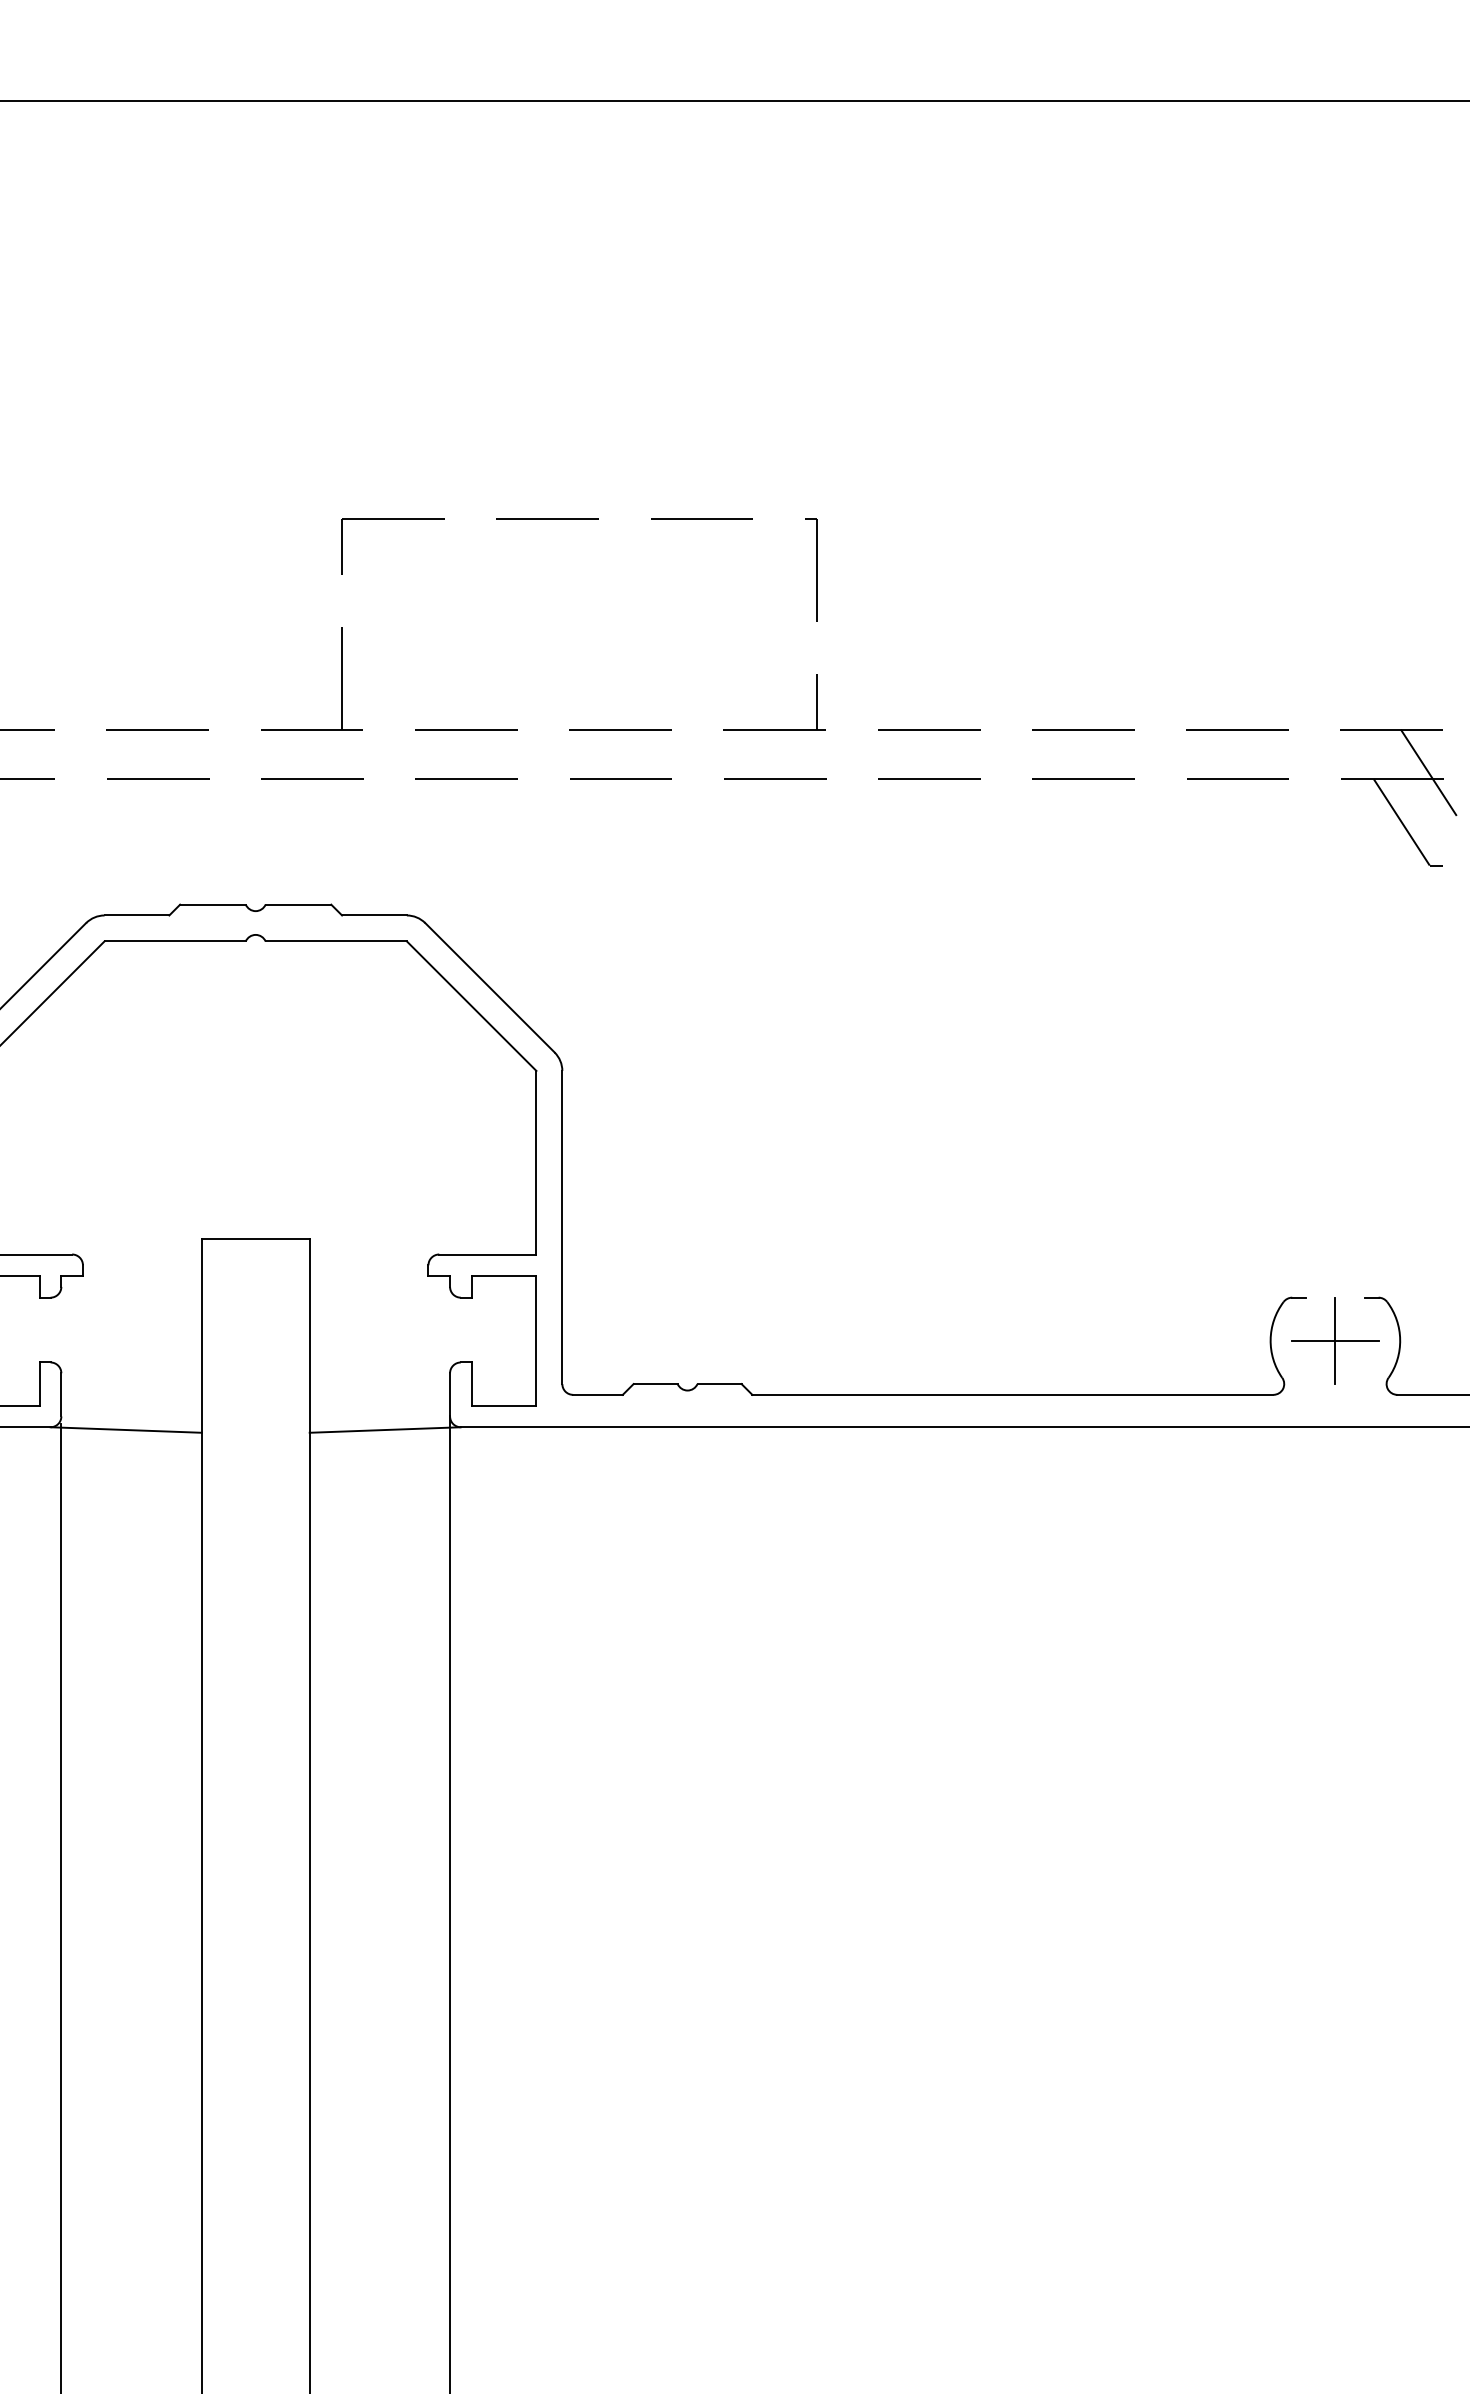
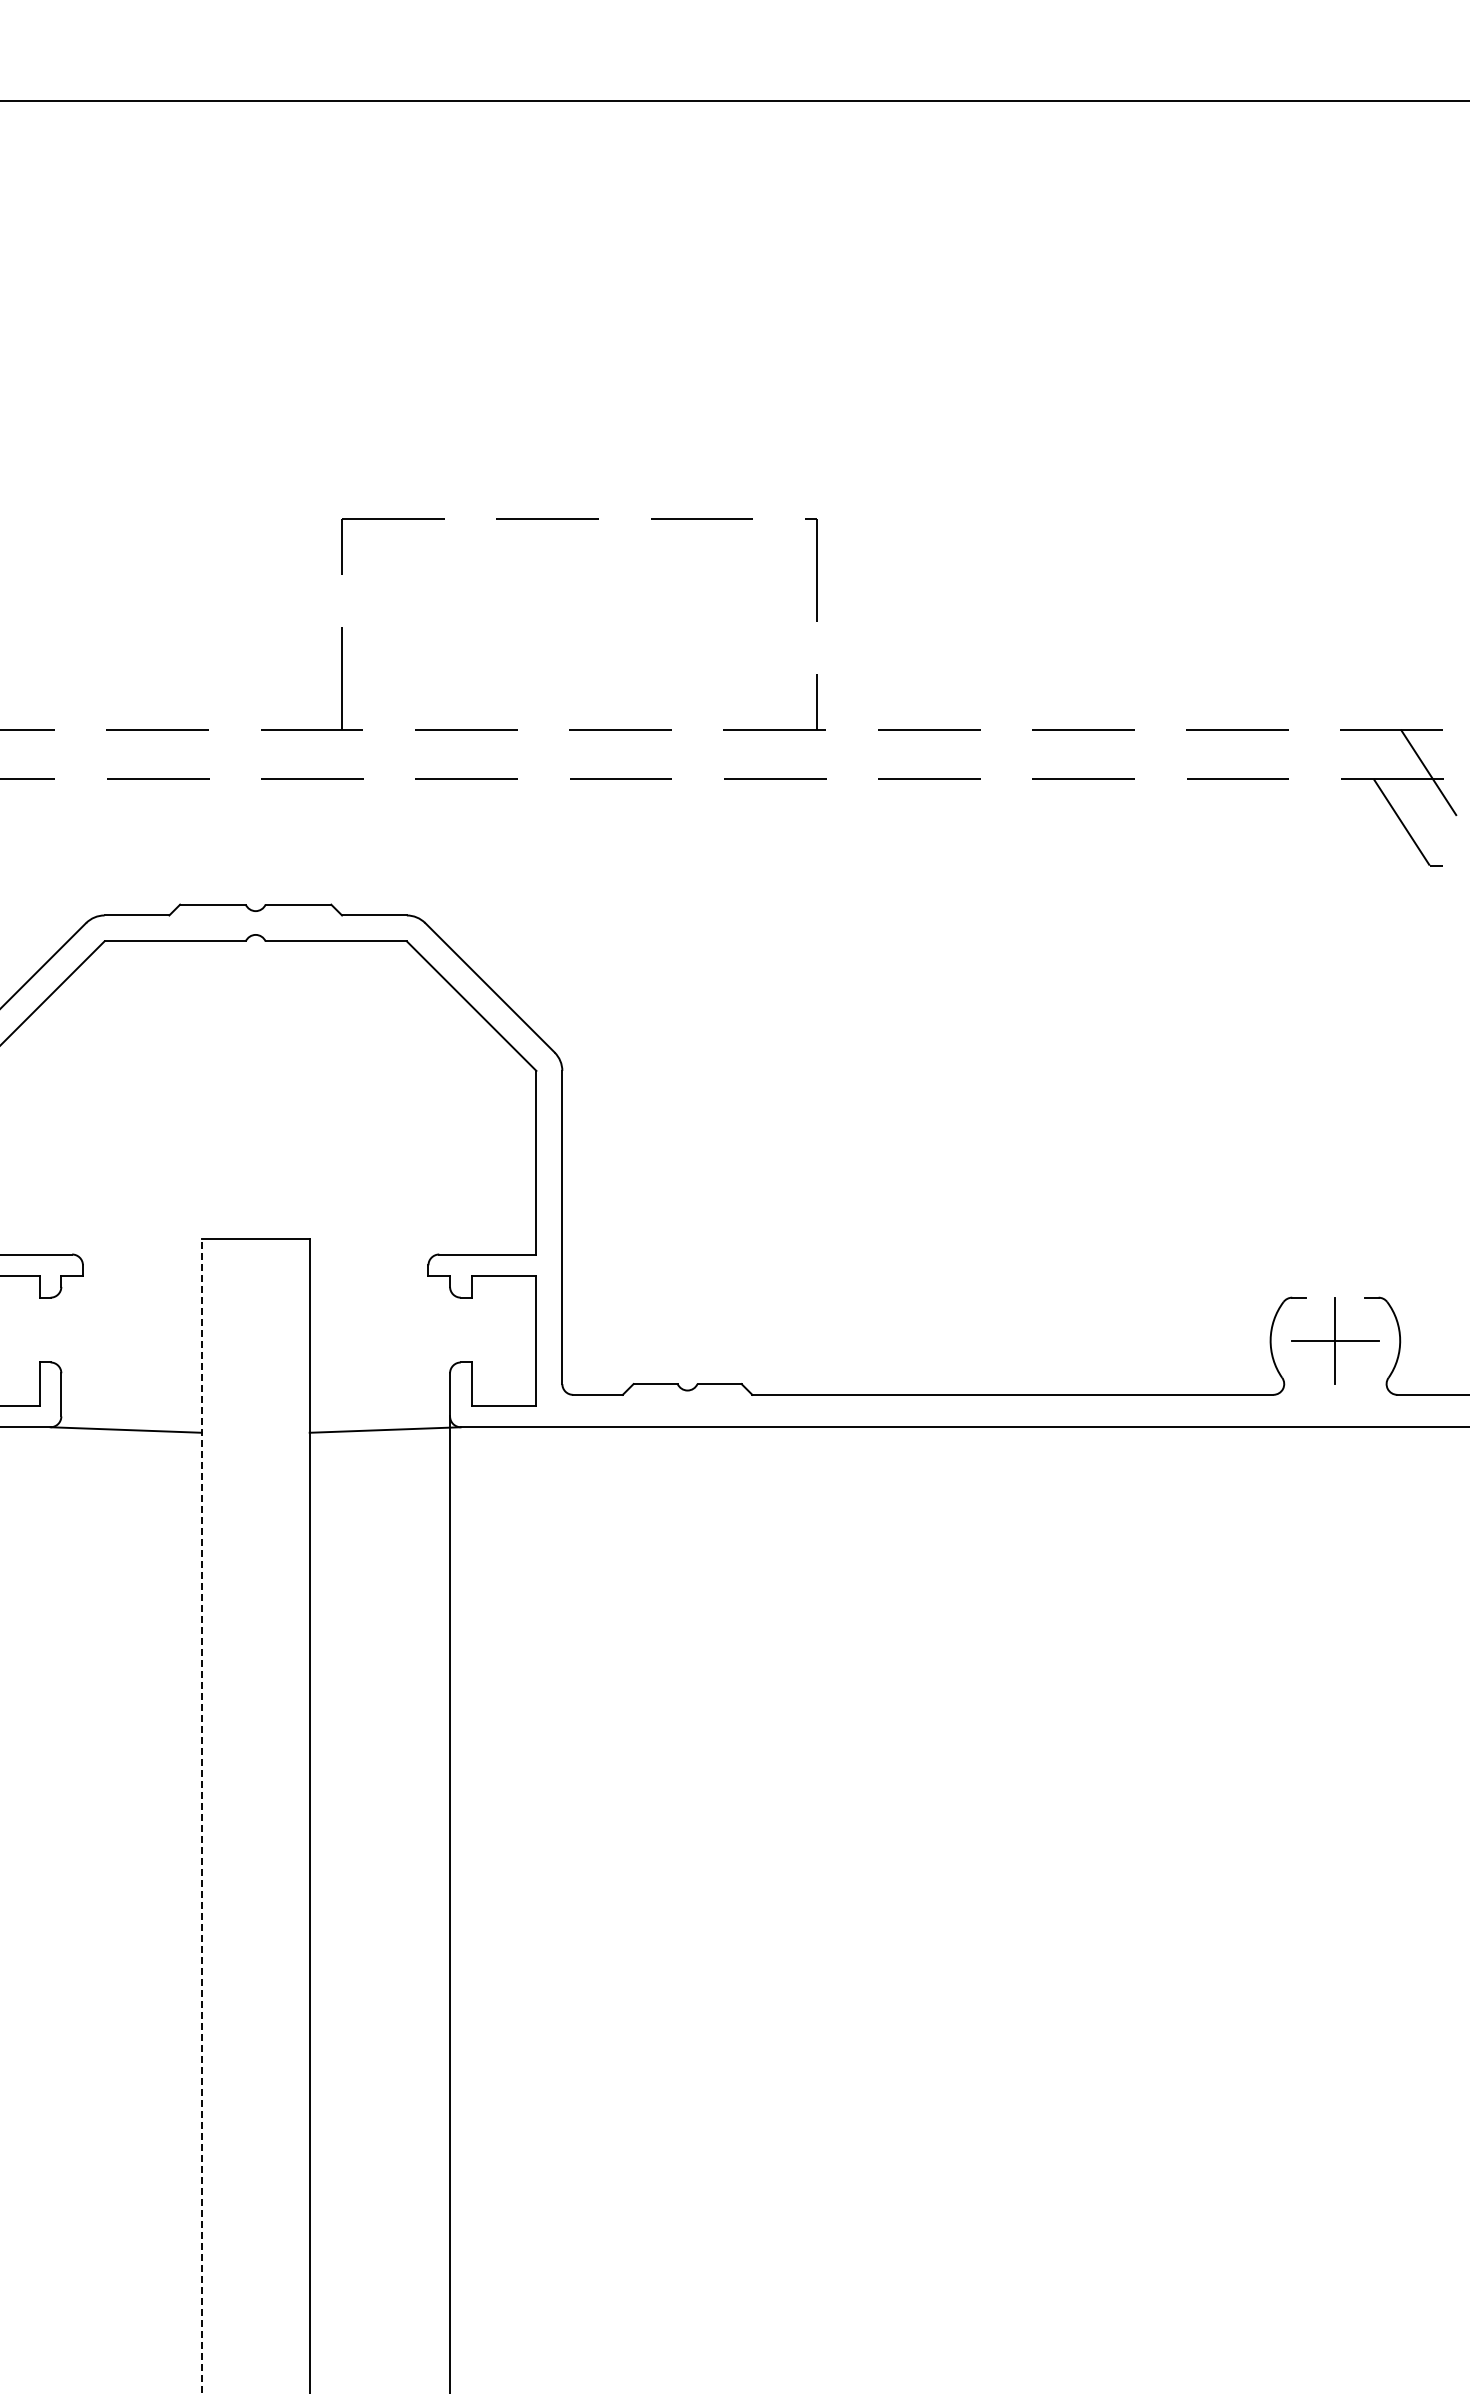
line at (201, 1815): solid -> dashed
line at (61, 1907): present -> none
